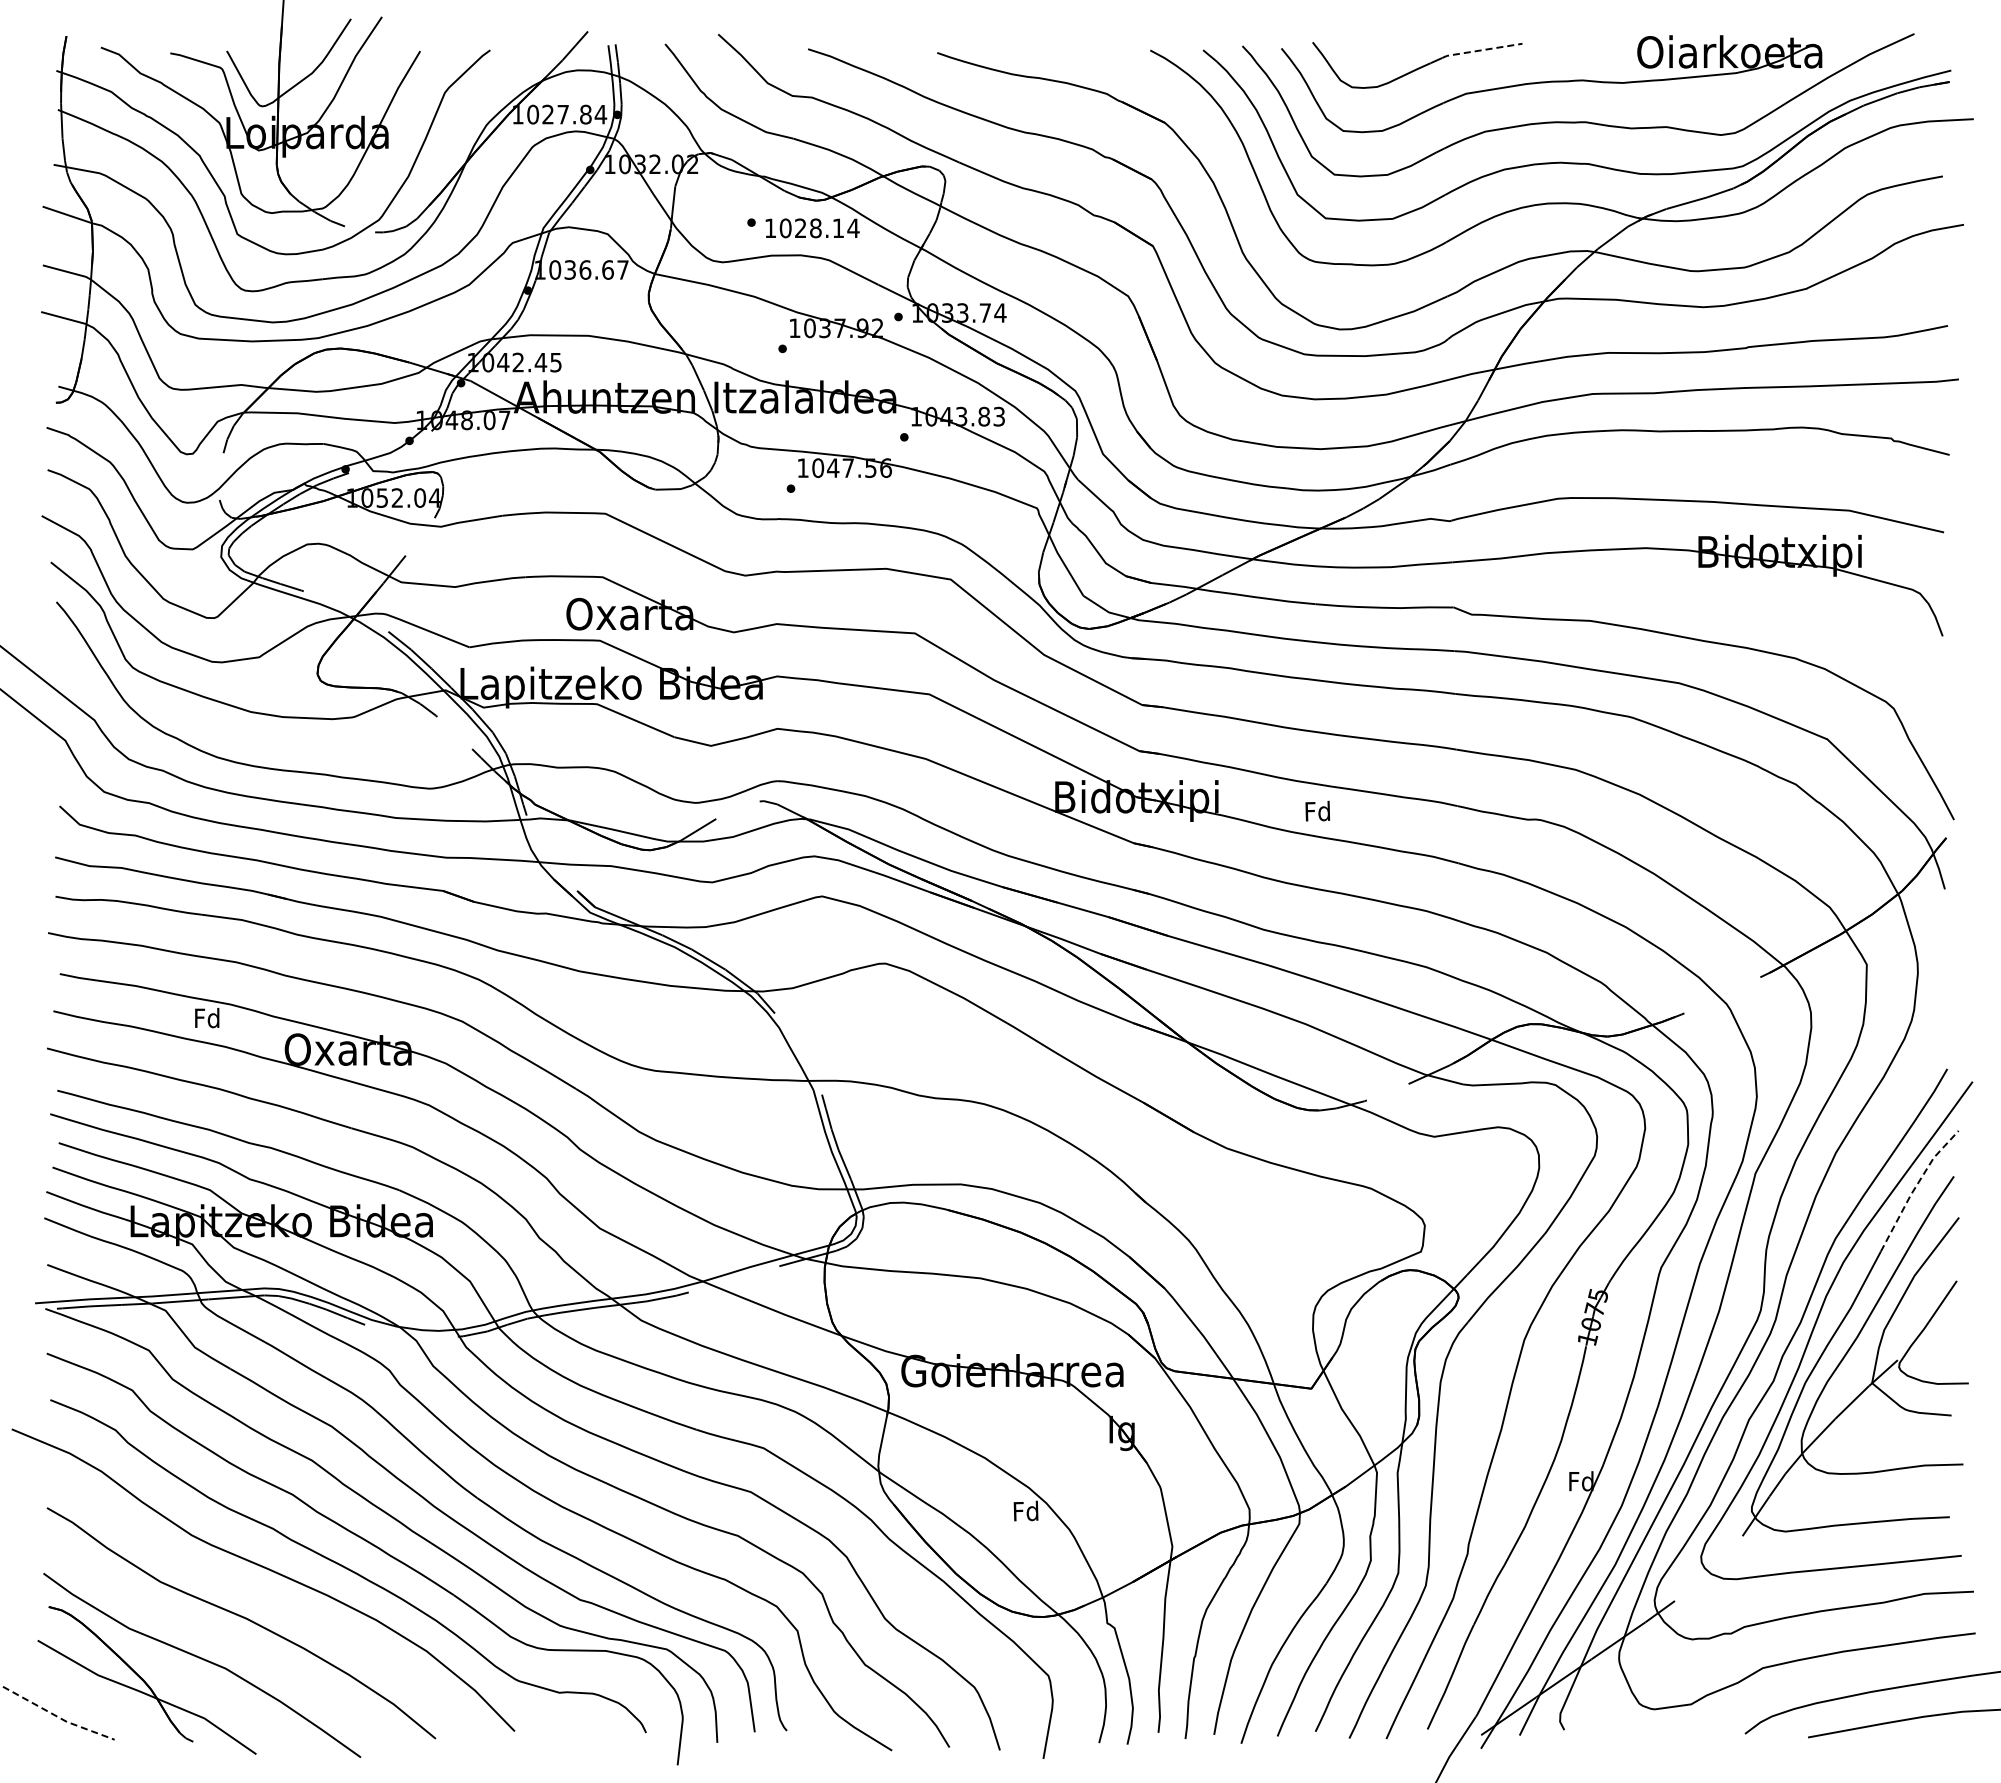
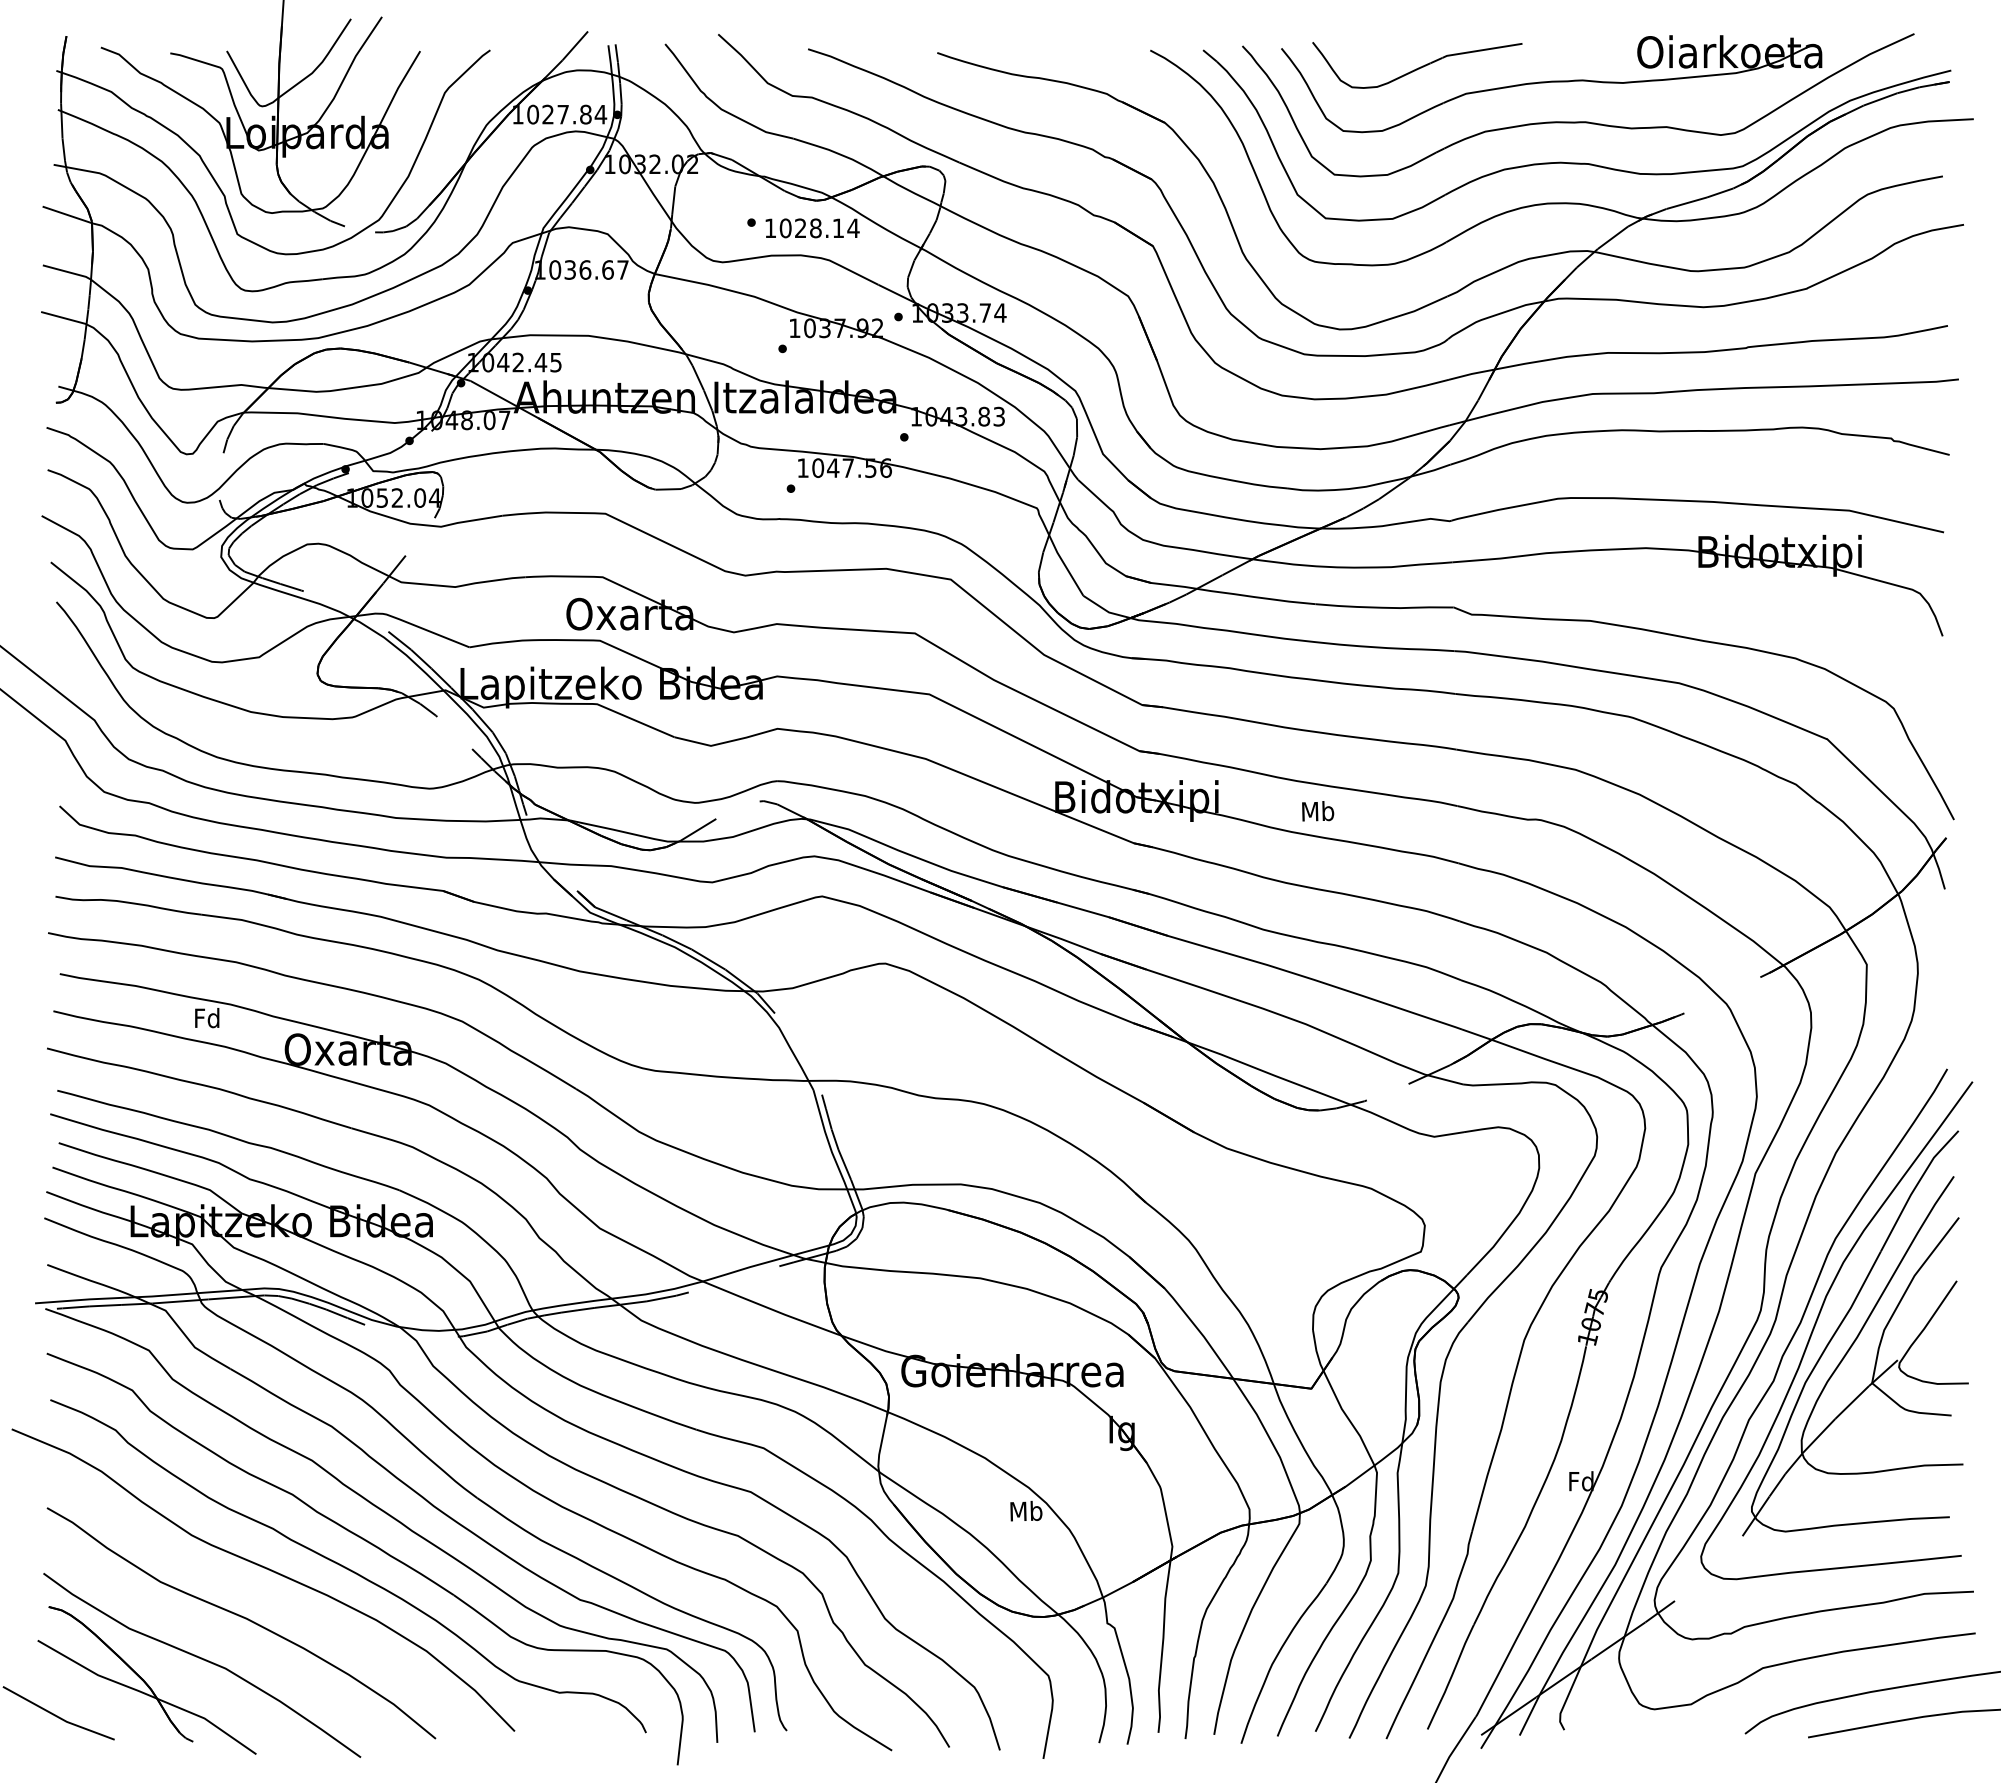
line at (1482, 50): dashed -> solid
text at (1318, 810): Fd -> Mb
line at (1915, 1188): dashed -> solid
text at (1026, 1510): Fd -> Mb
line at (58, 1717): dashed -> solid
